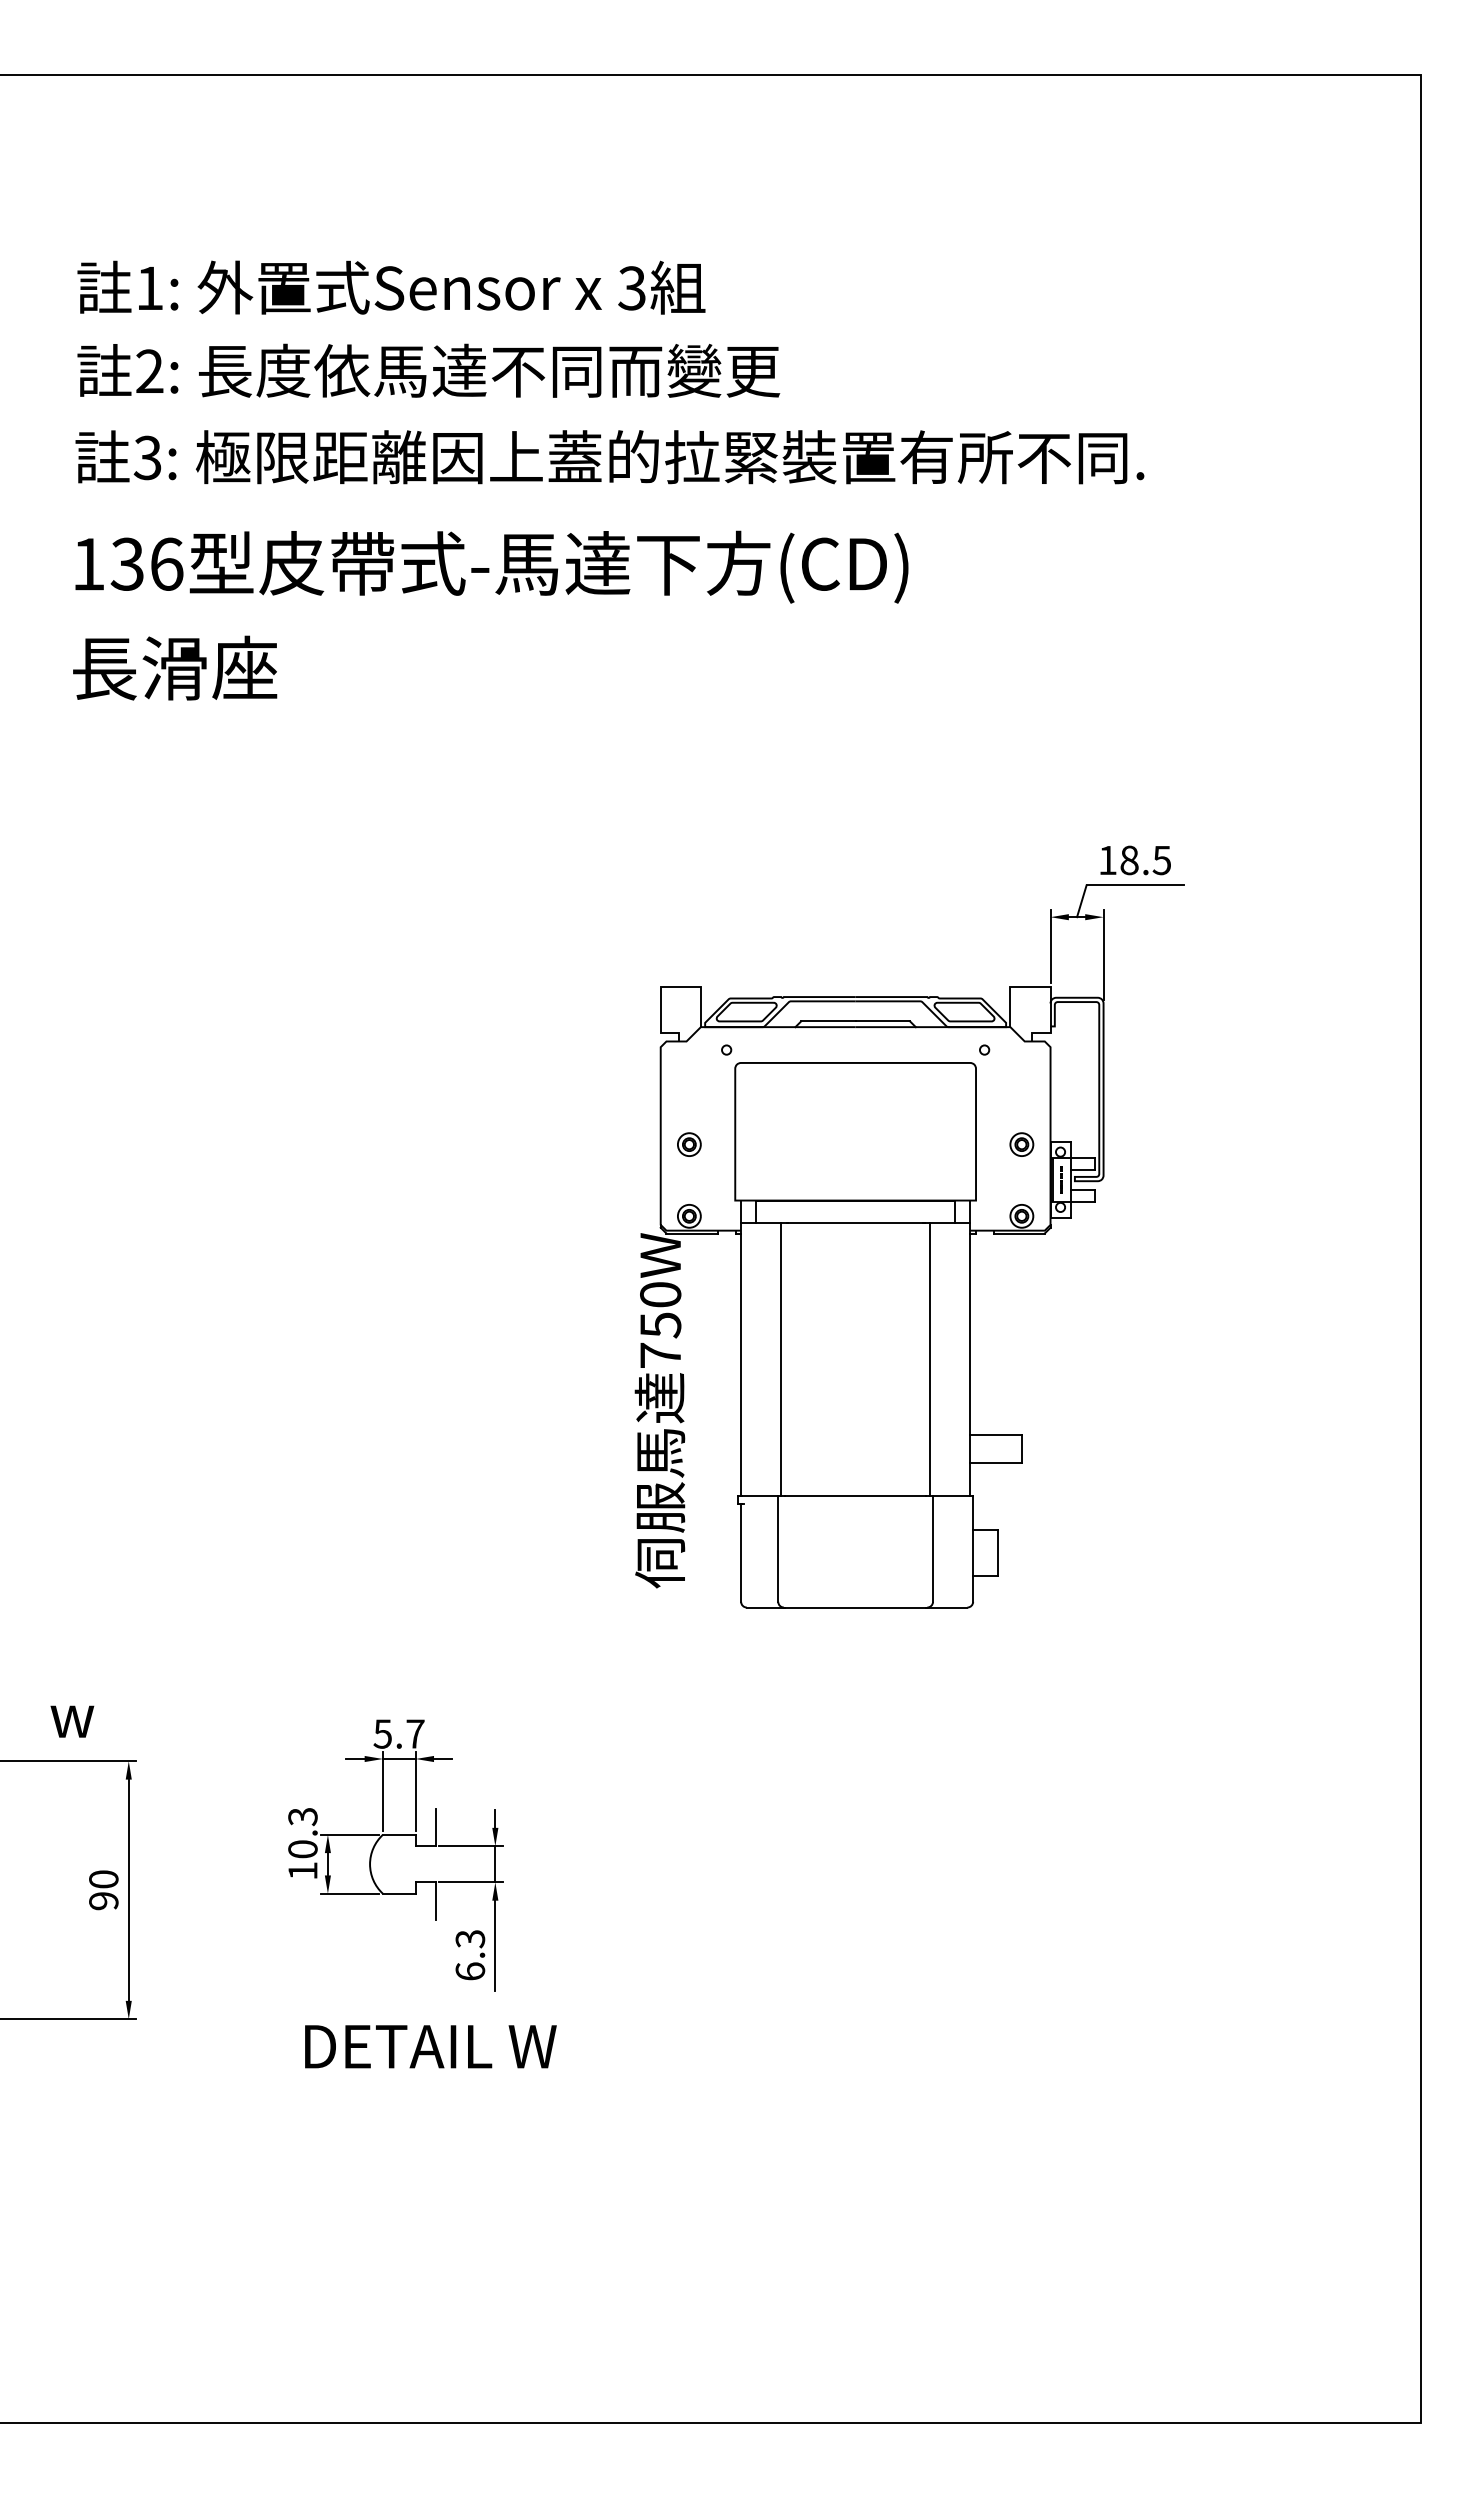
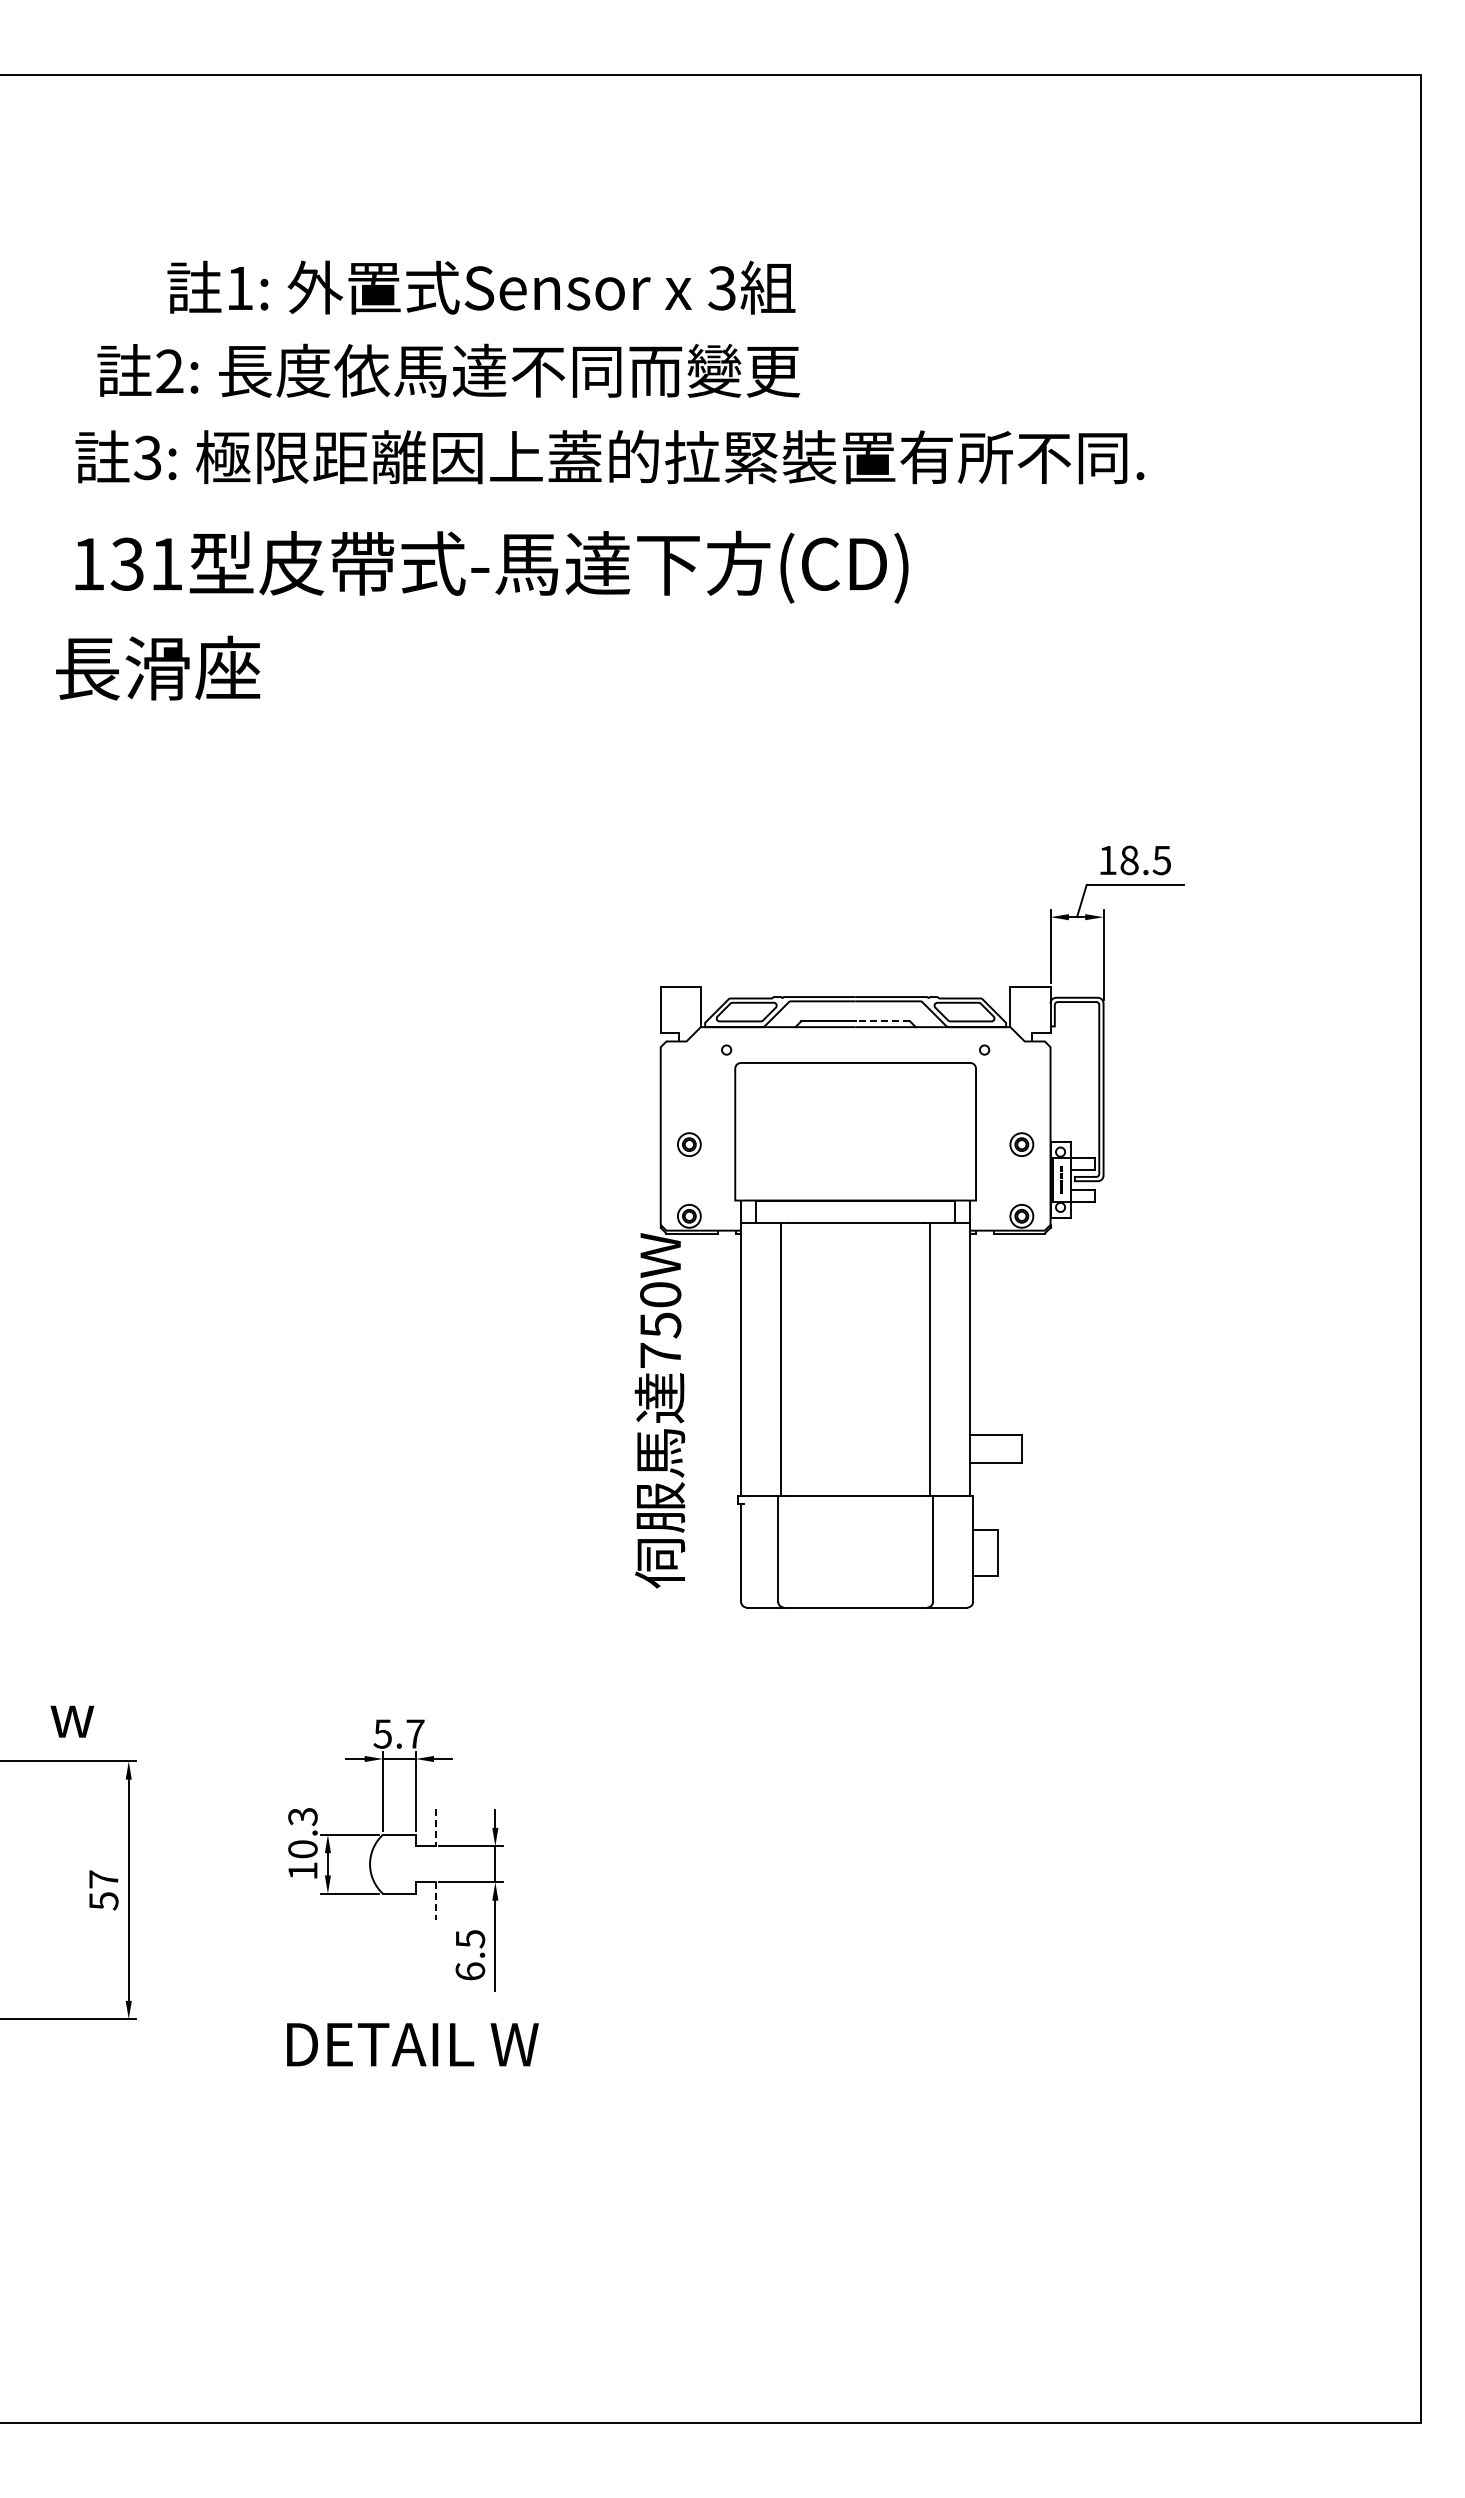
text at (391, 287) position: (391, 287) -> (481, 287)
text at (428, 370) position: (428, 370) -> (448, 370)
text at (167, 563): 136 -> 131
text at (175, 667) position: (175, 667) -> (158, 667)
line at (882, 1021): solid -> dashed
line at (435, 1828): solid -> dashed
text at (103, 1890): 90 -> 57
line at (435, 1901): solid -> dashed
text at (469, 1939): 6.3 -> 6.5
text at (430, 2046) position: (430, 2046) -> (412, 2044)
